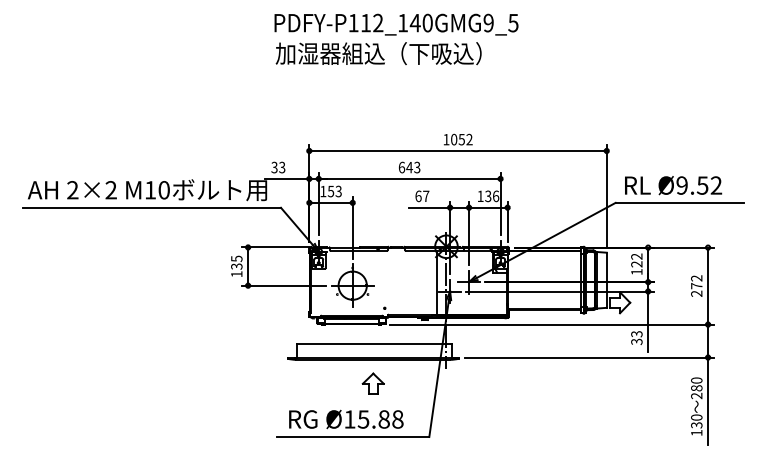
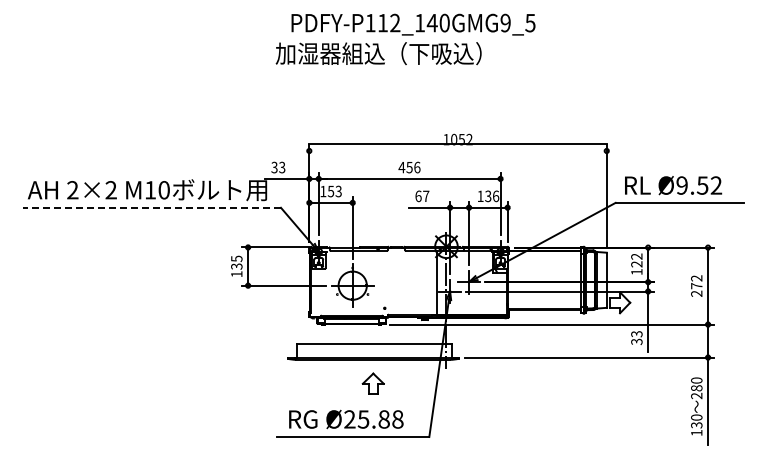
text at (396, 24) position: (396, 24) -> (413, 24)
line at (457, 150) position: (457, 150) -> (457, 143)
text at (409, 167): 643 -> 456
line at (152, 207): solid -> dashed
text at (349, 419): Ø15.88 -> Ø25.88
